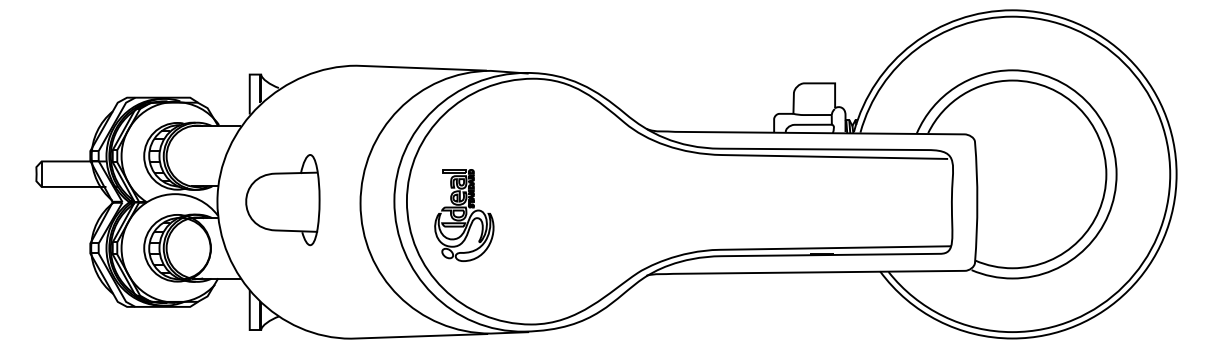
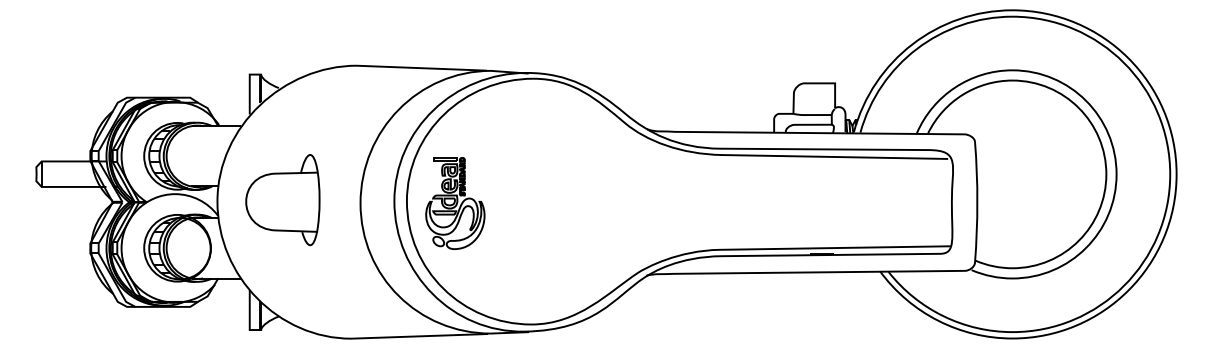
part at (464, 215) position: (464, 215) -> (455, 203)
